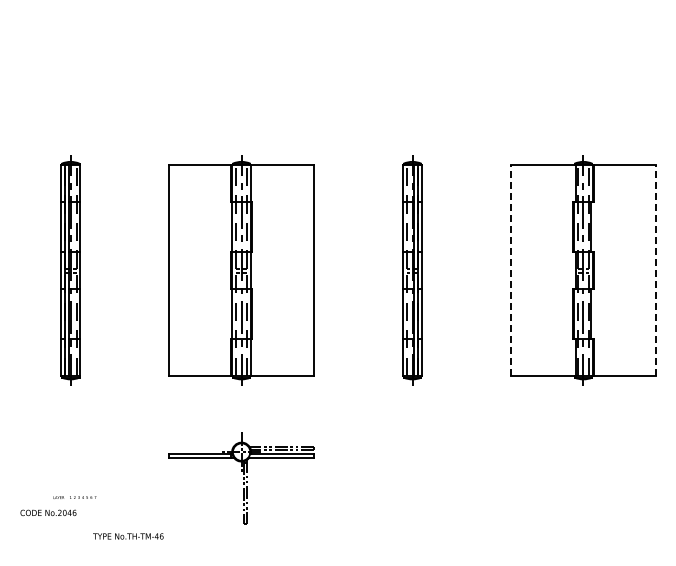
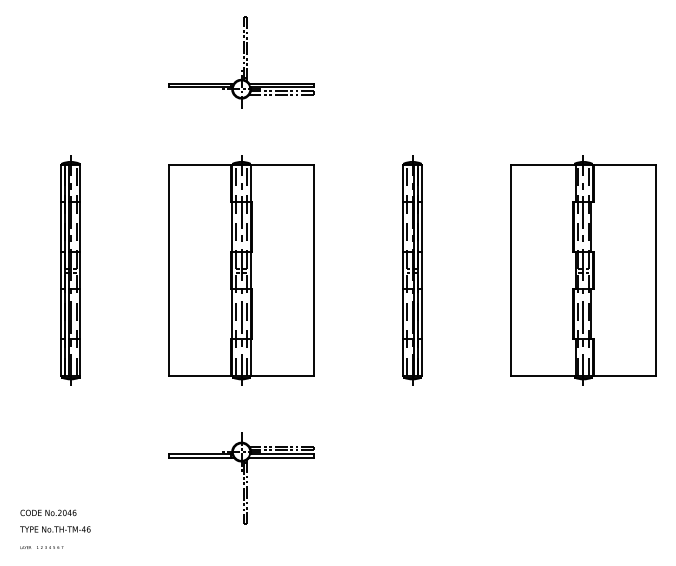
part at (241, 62): none -> present
line at (511, 270): dashed -> solid
line at (655, 270): dashed -> solid
text at (74, 497) position: (74, 497) -> (41, 547)
text at (128, 536) position: (128, 536) -> (55, 529)
